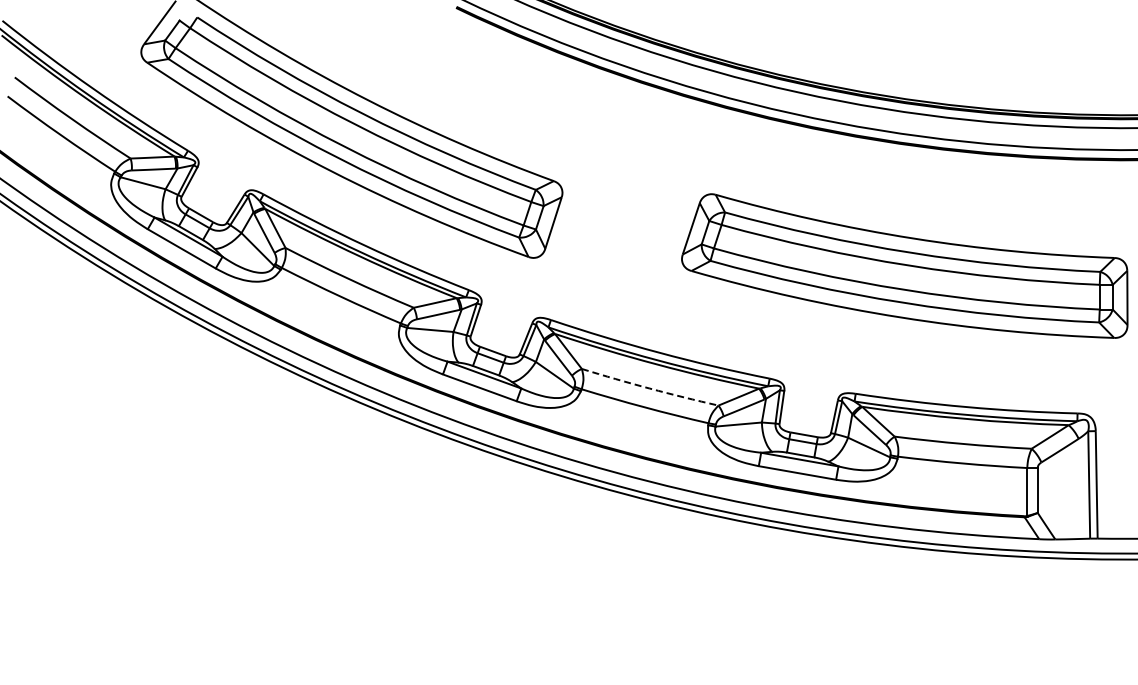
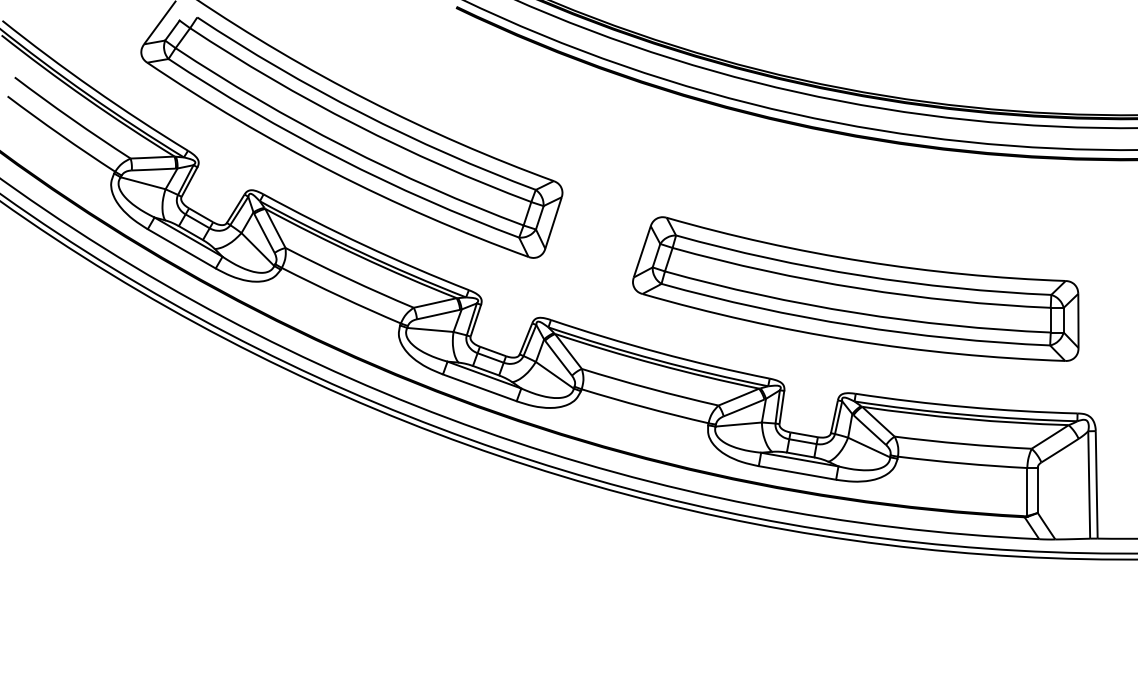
part at (904, 265) position: (904, 265) -> (855, 288)
arc at (649, 388): dashed -> solid
